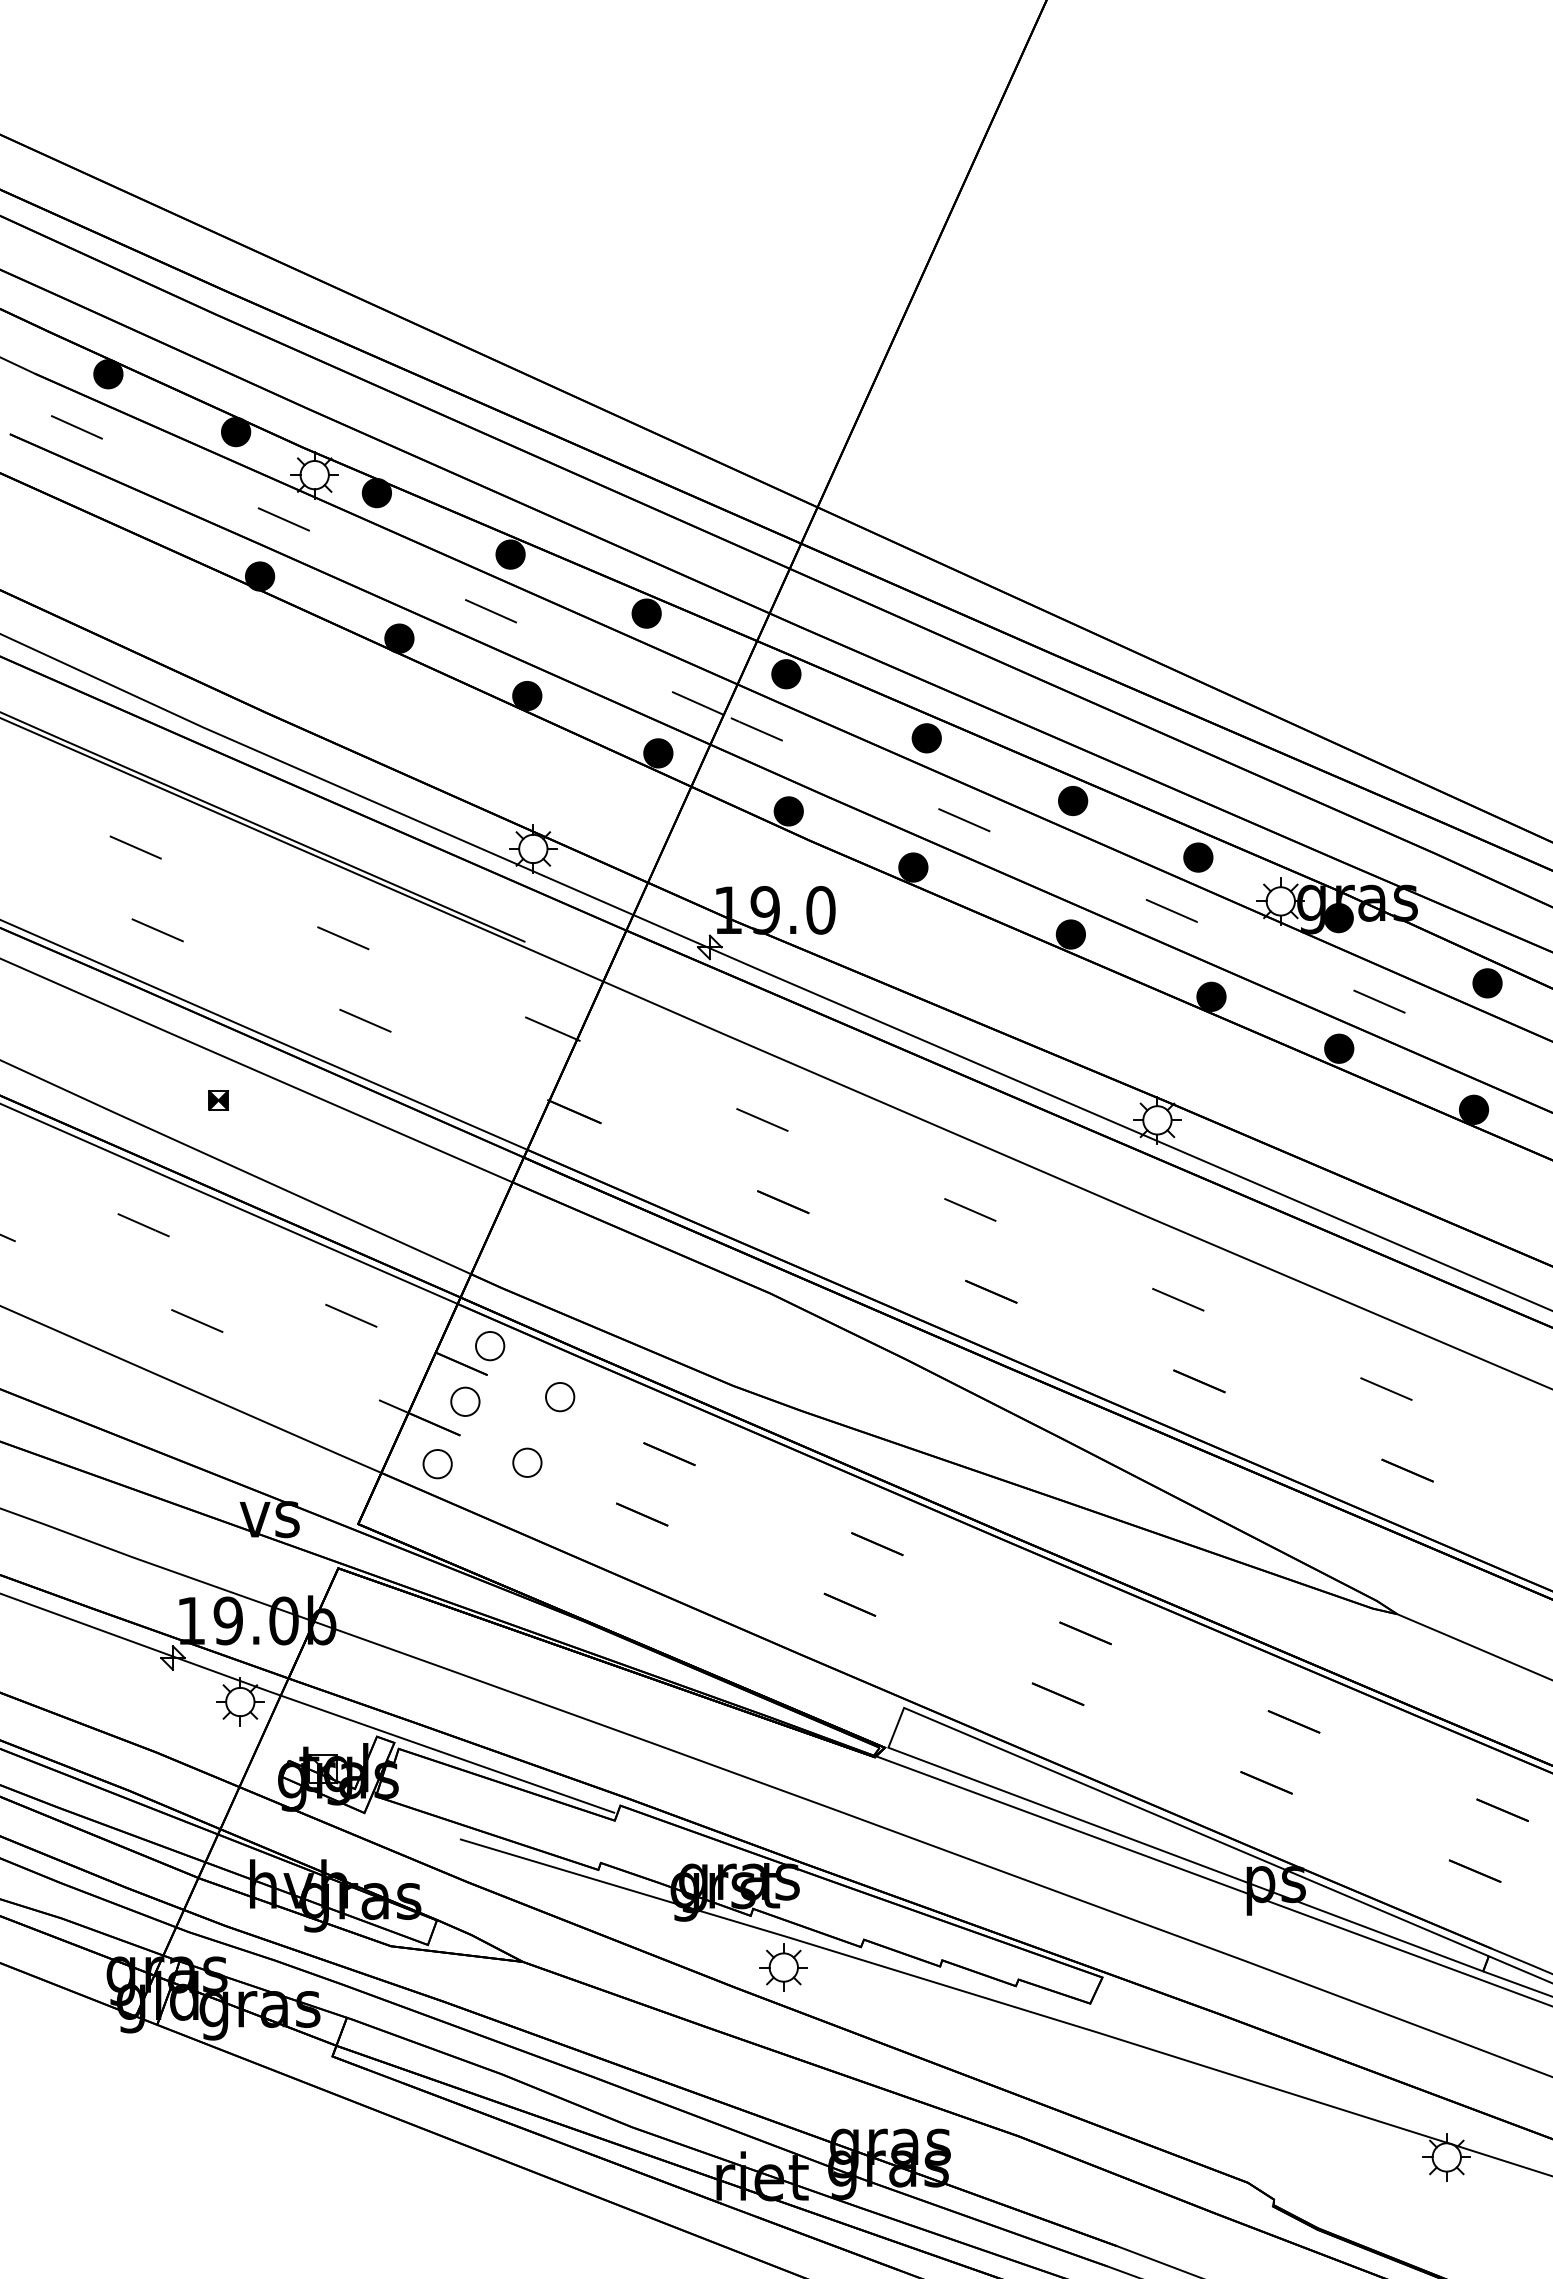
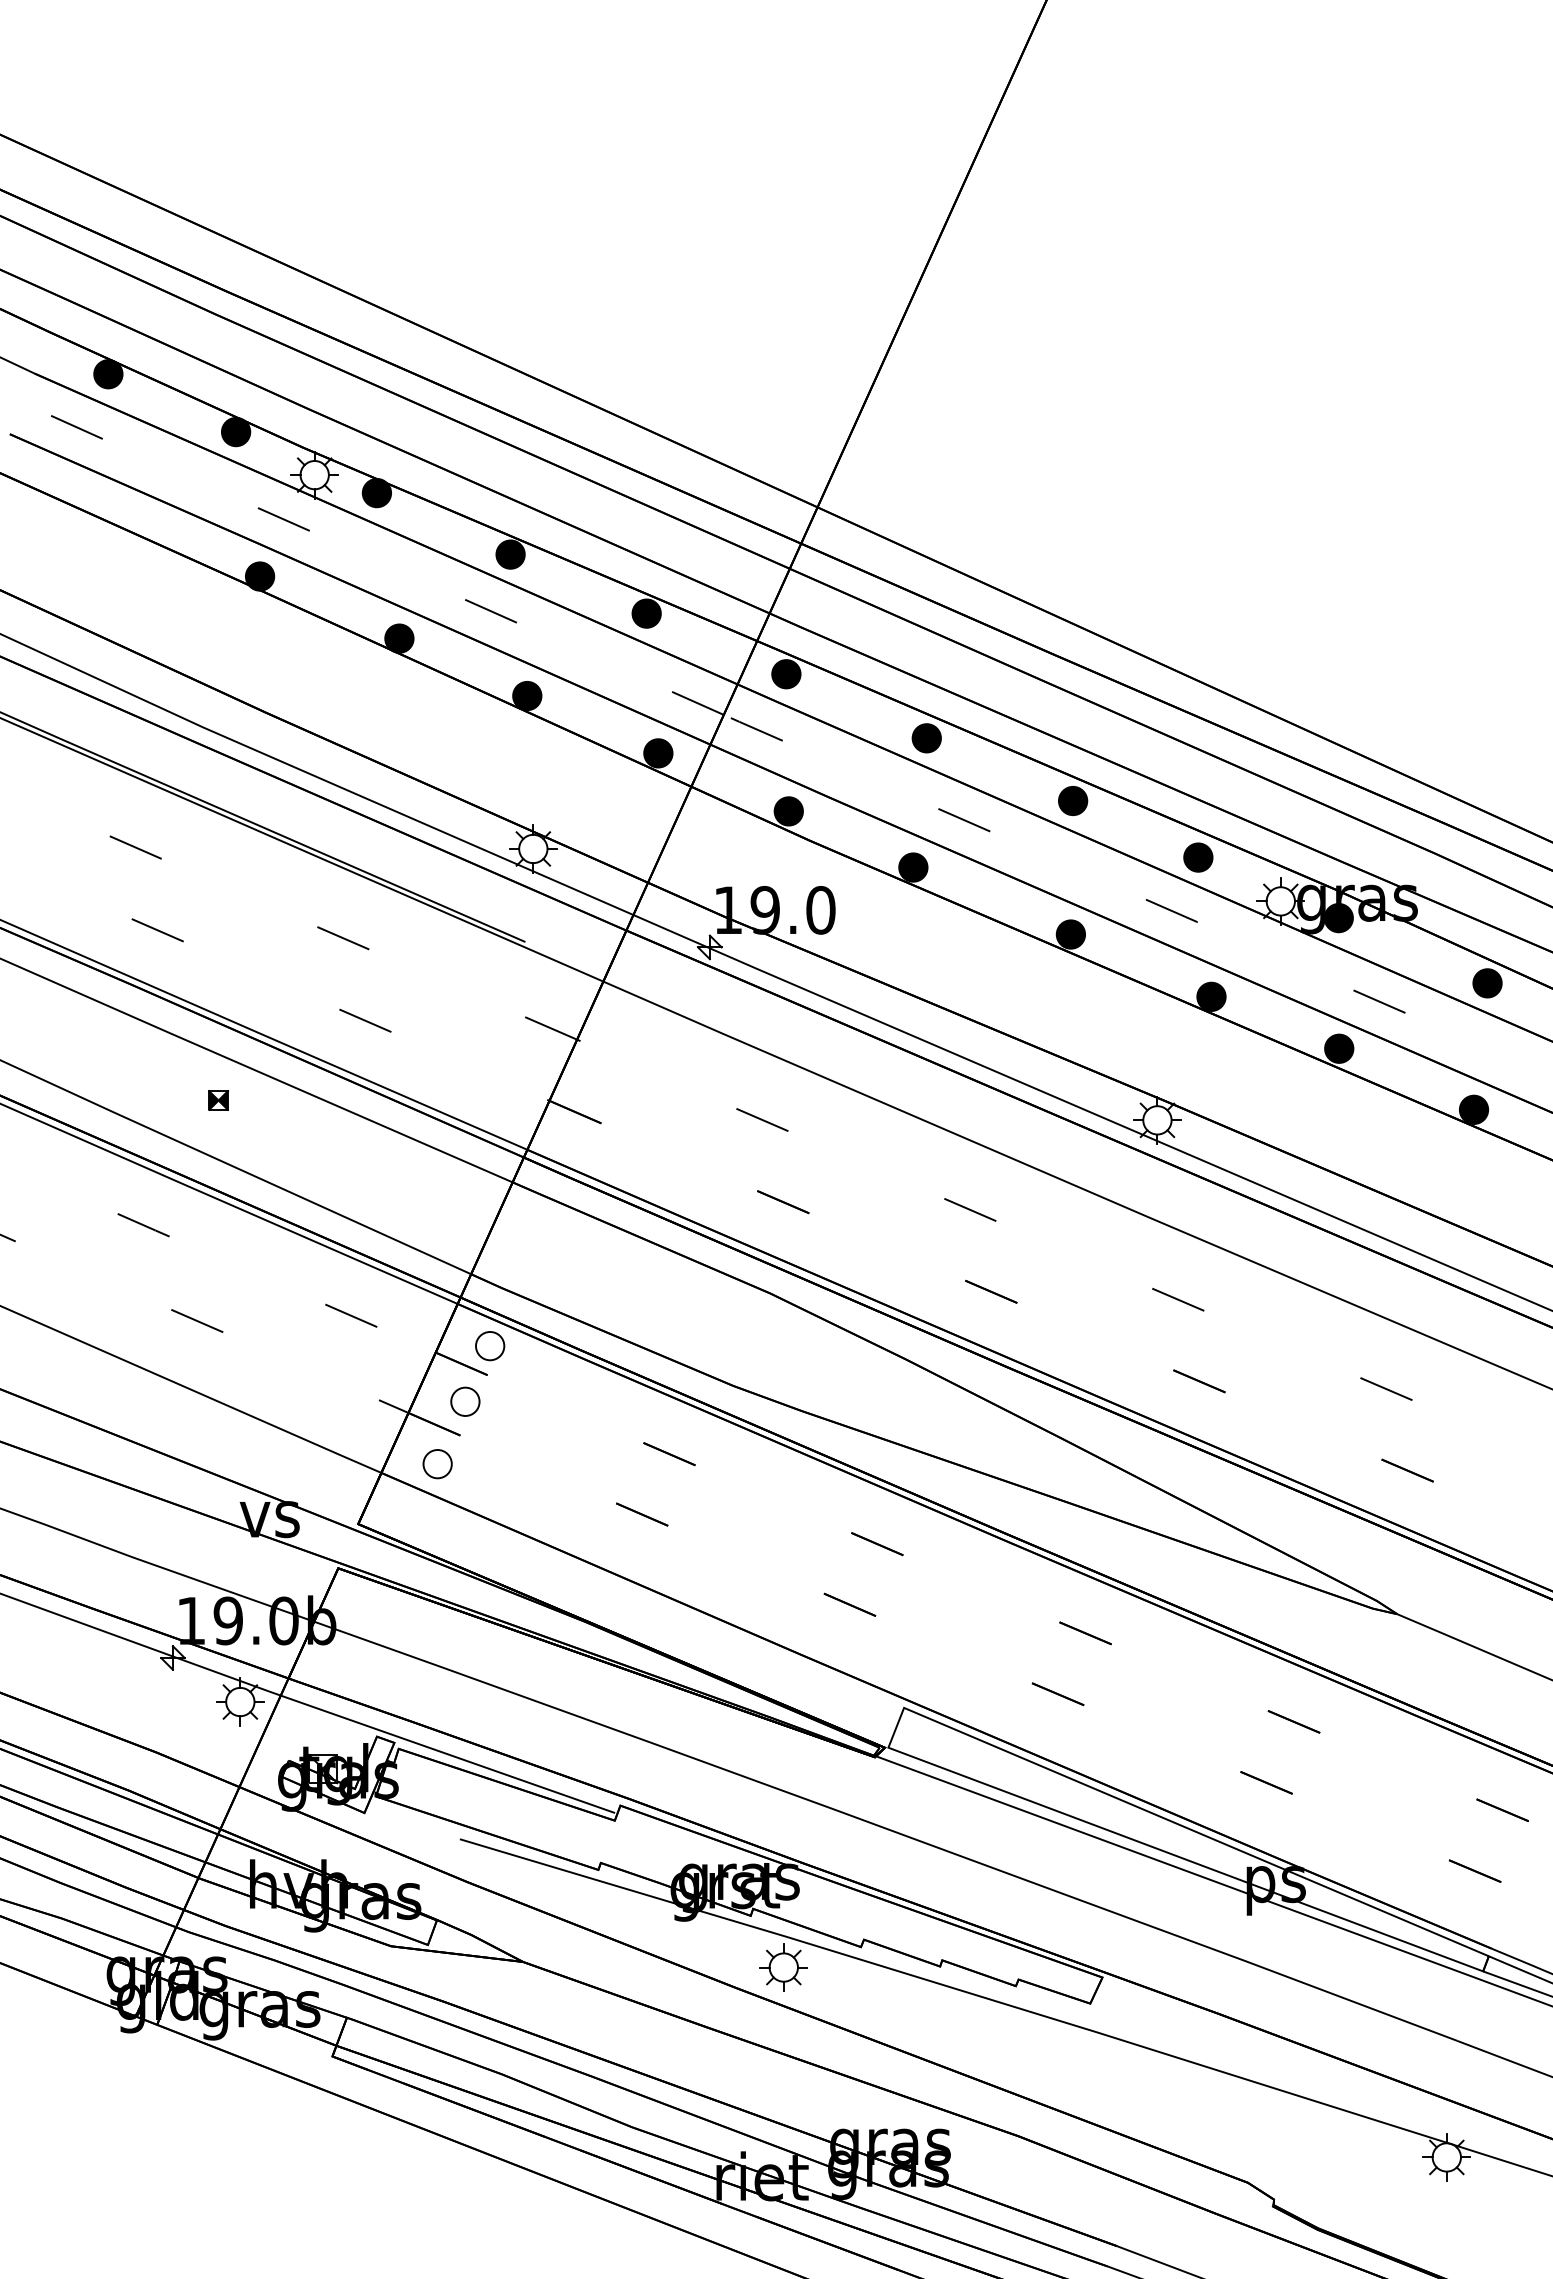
part at (560, 1397): present -> none
part at (527, 1462): present -> none
